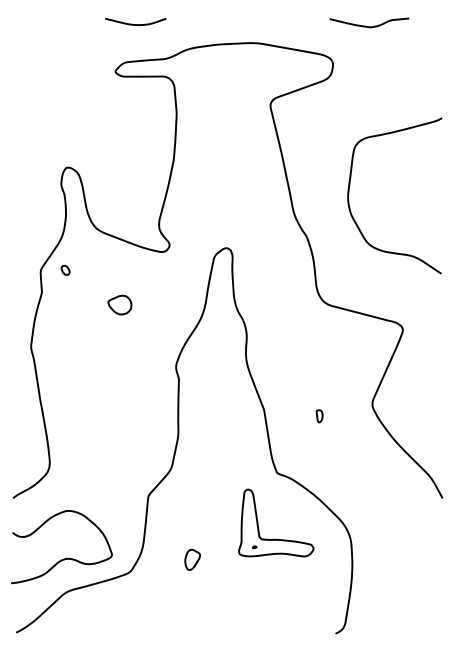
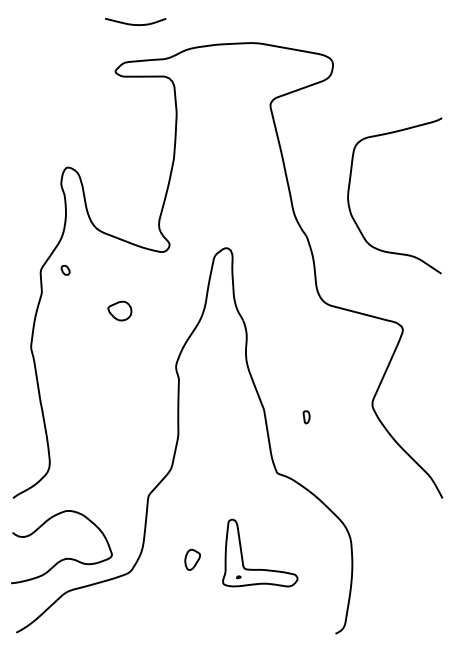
curve at (369, 26): present -> none
part at (119, 304) position: (119, 304) -> (119, 310)
part at (319, 416) position: (319, 416) -> (306, 417)
part at (276, 539) position: (276, 539) -> (260, 569)
